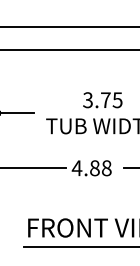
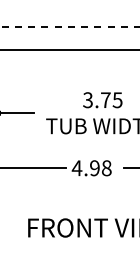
line at (70, 26): solid -> dashed
text at (94, 168): 4.88 -> 4.98
line at (79, 247): present -> none
